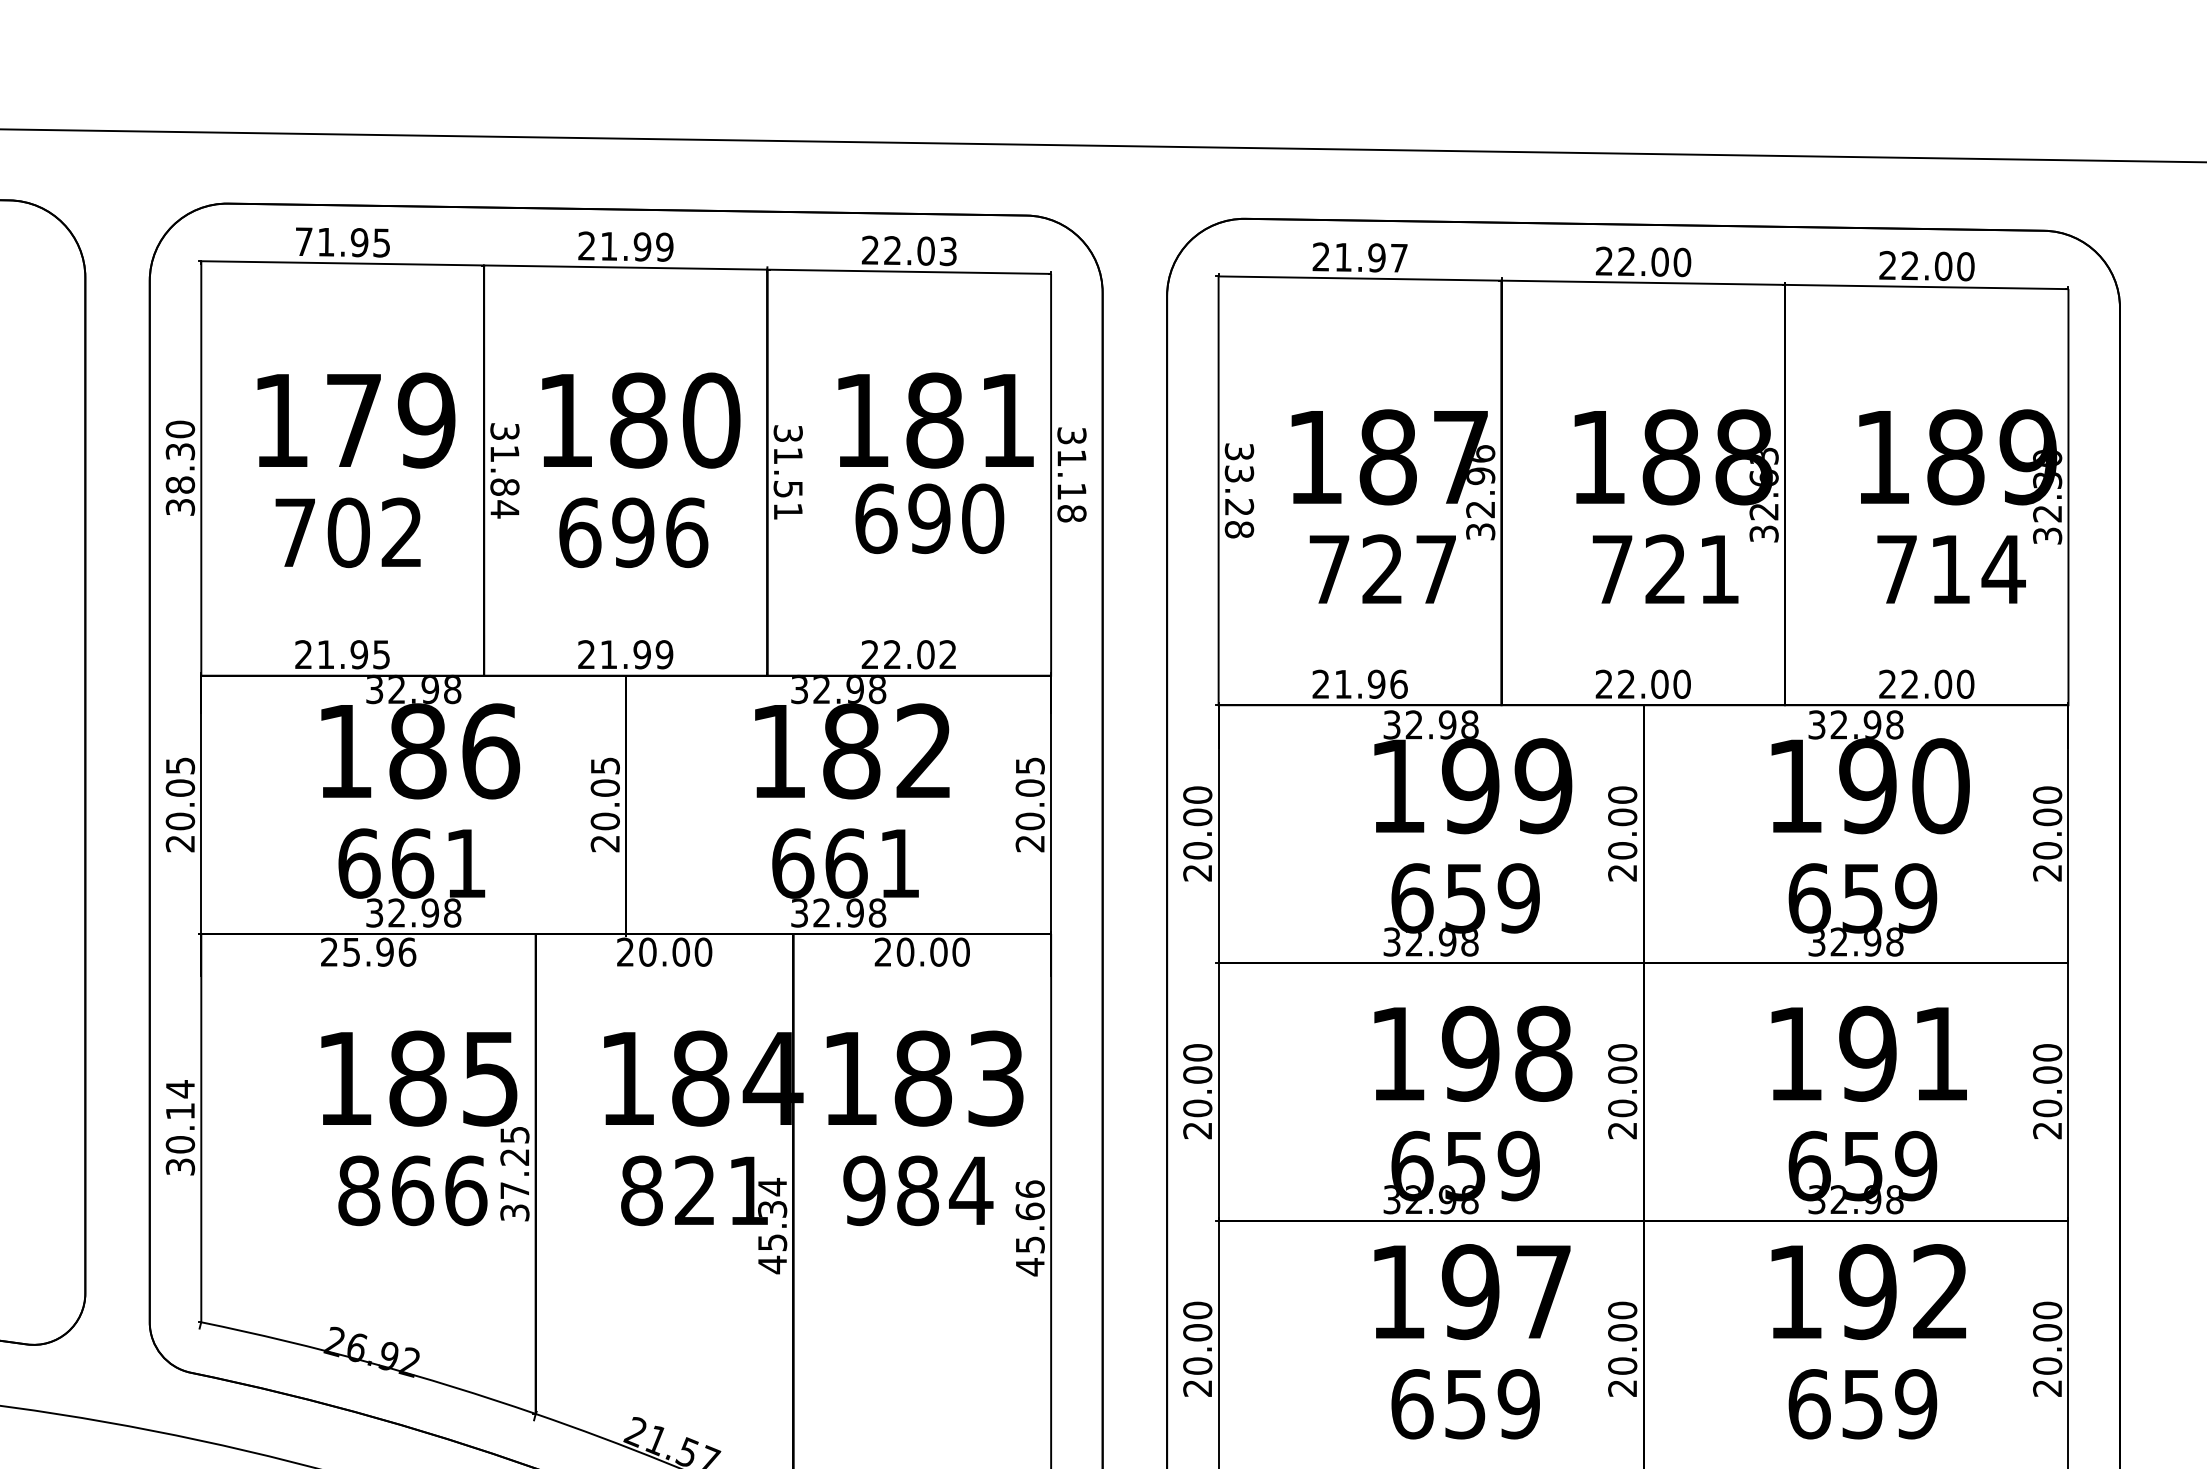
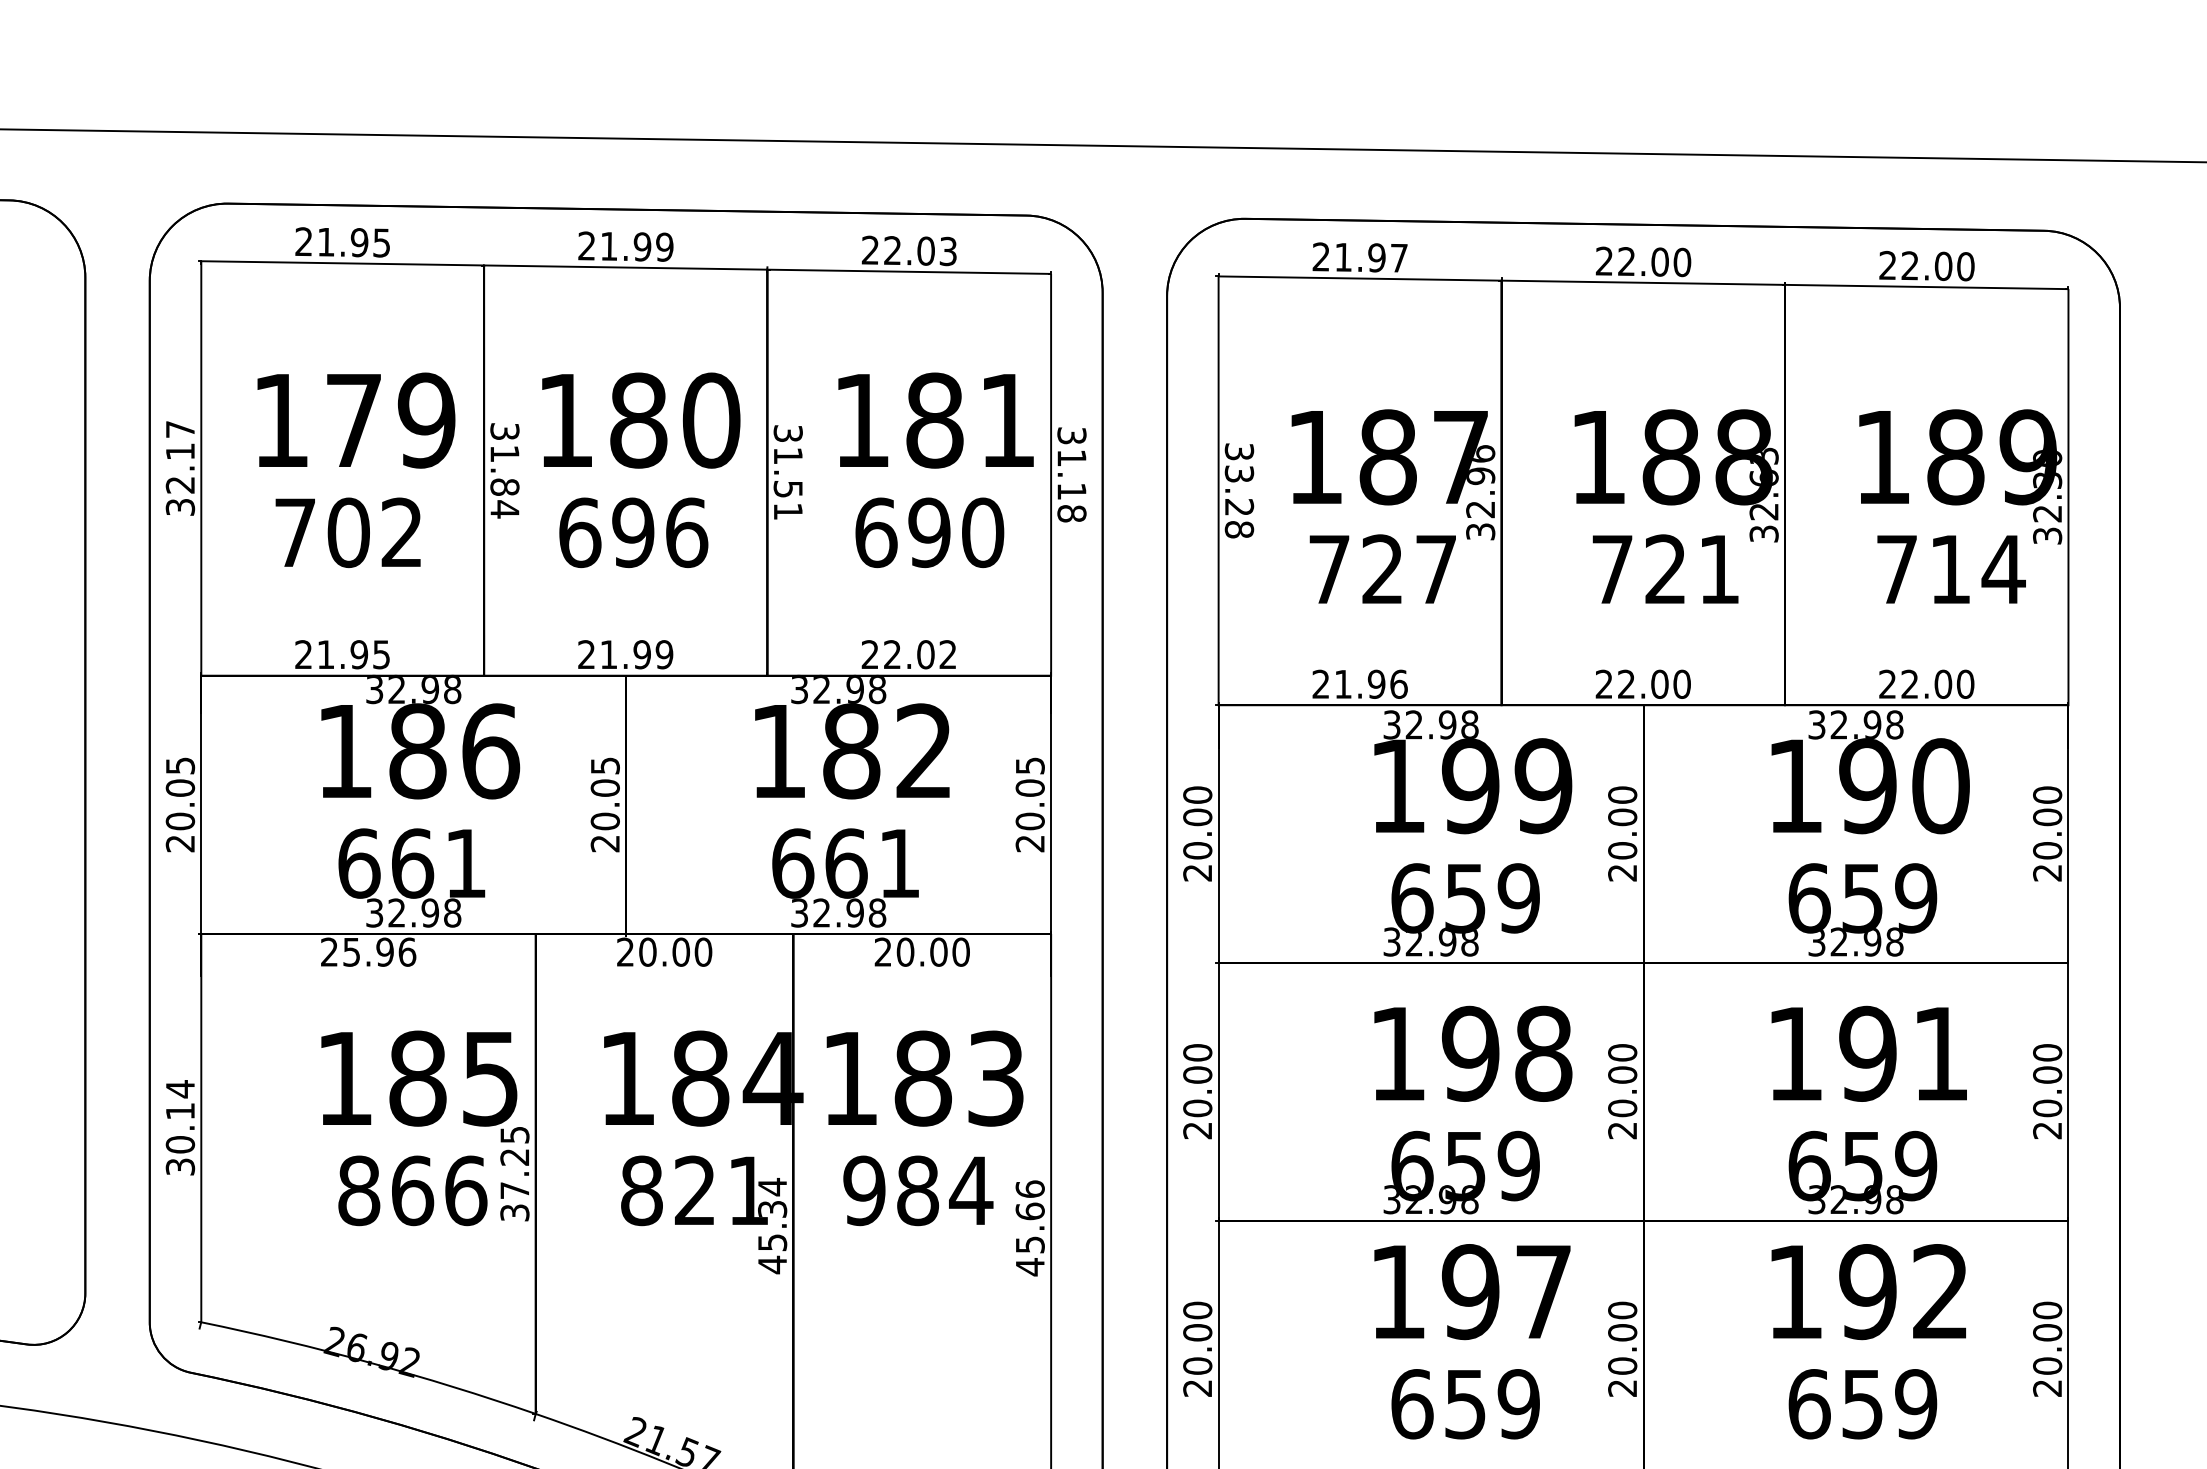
text at (303, 241): 71.95 -> 21.95
text at (180, 456): 38.30 -> 32.17
text at (929, 518) position: (929, 518) -> (929, 532)
